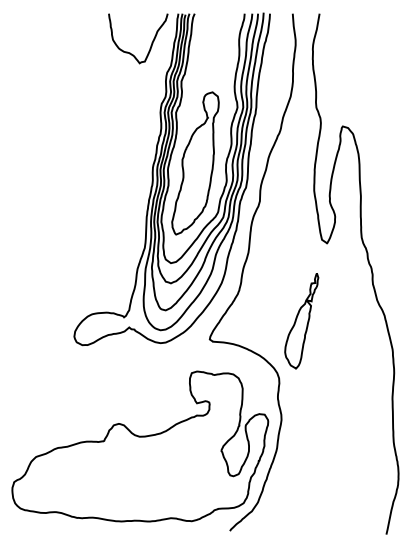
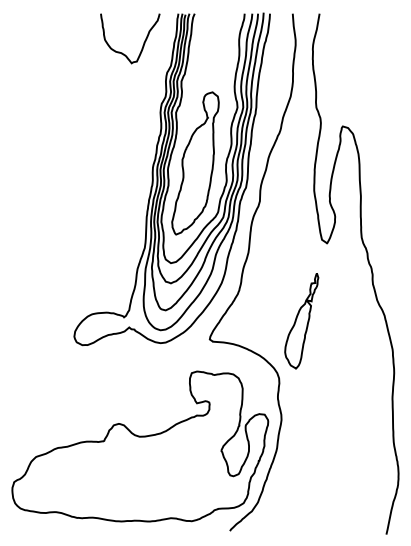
curve at (151, 42) position: (151, 42) -> (143, 42)
